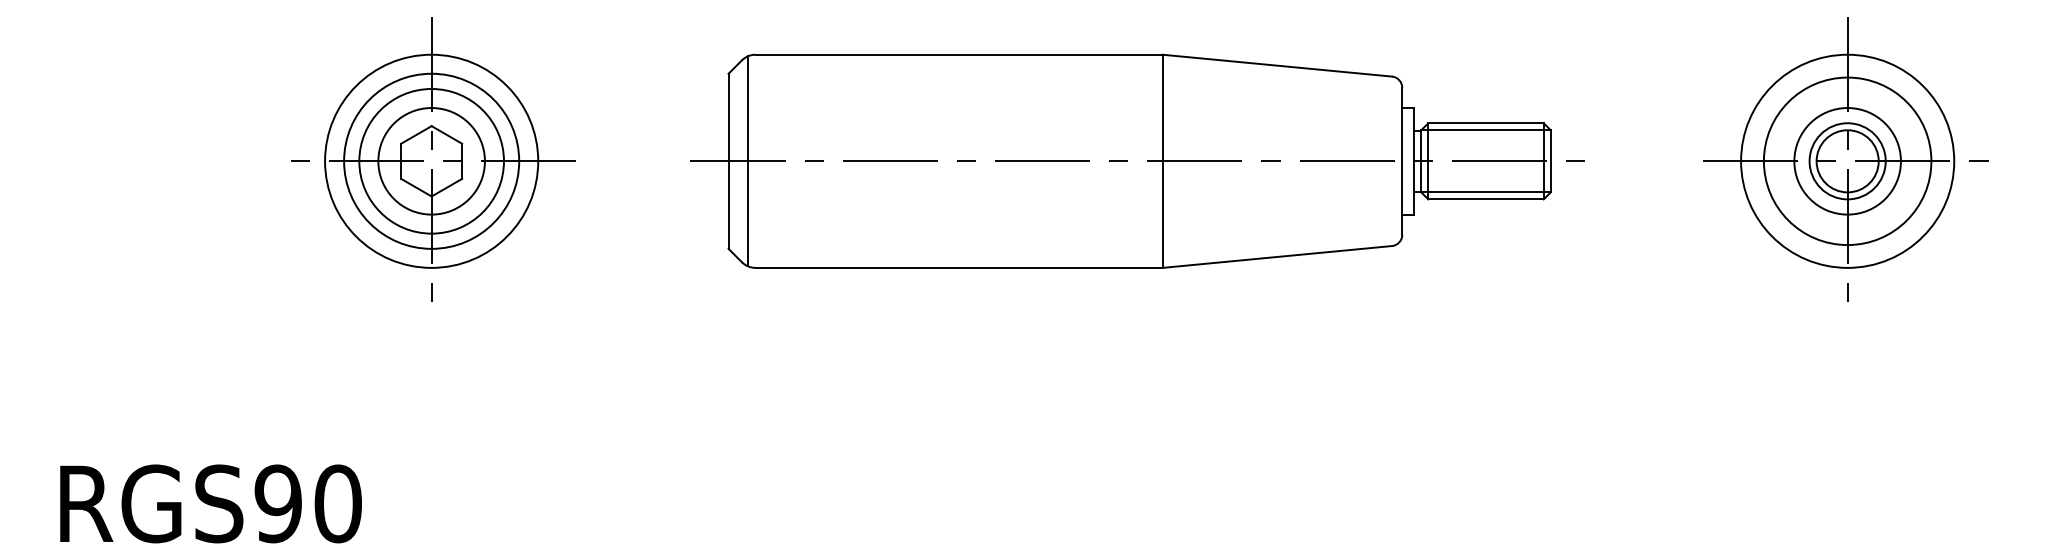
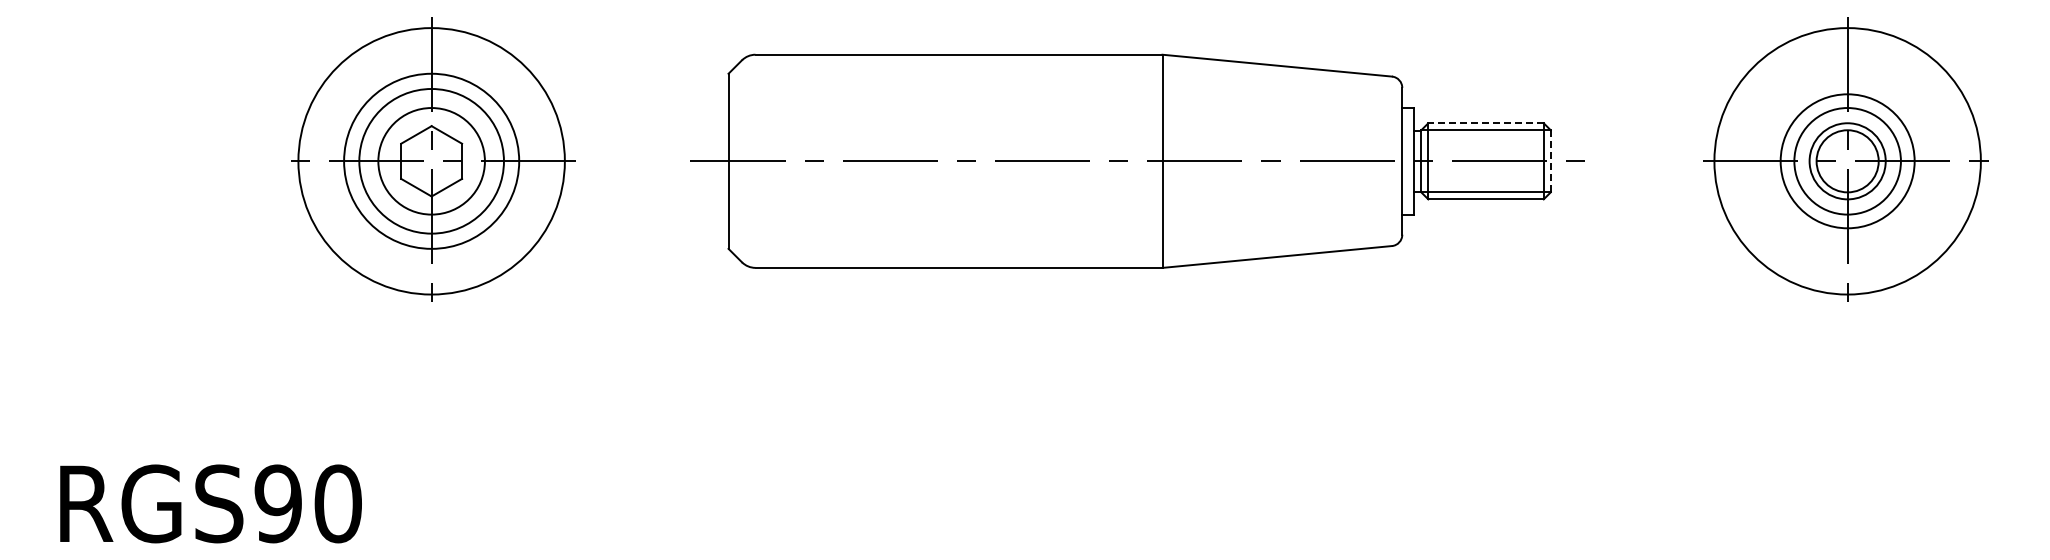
line at (1486, 123): solid -> dashed
circle at (431, 160) diameter: 213 px -> 266 px
line at (1550, 160): solid -> dashed
circle at (1847, 160) diameter: 213 px -> 266 px
line at (747, 161): present -> none
circle at (1847, 161) diameter: 167 px -> 134 px
